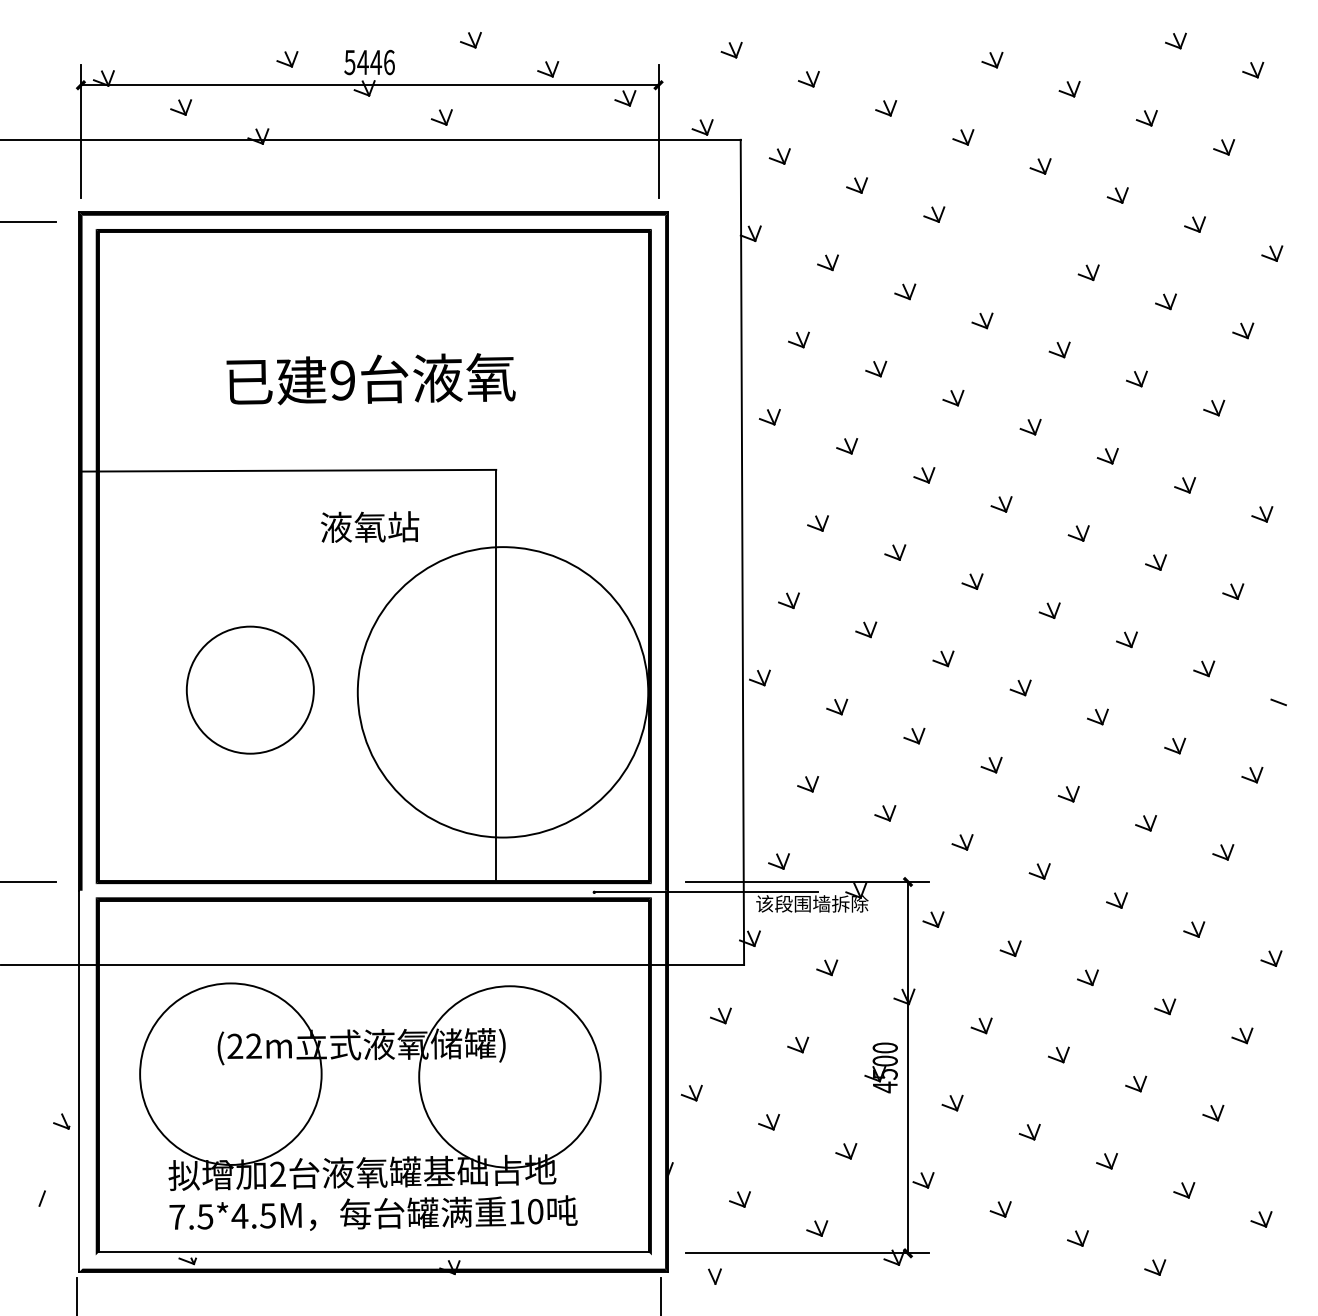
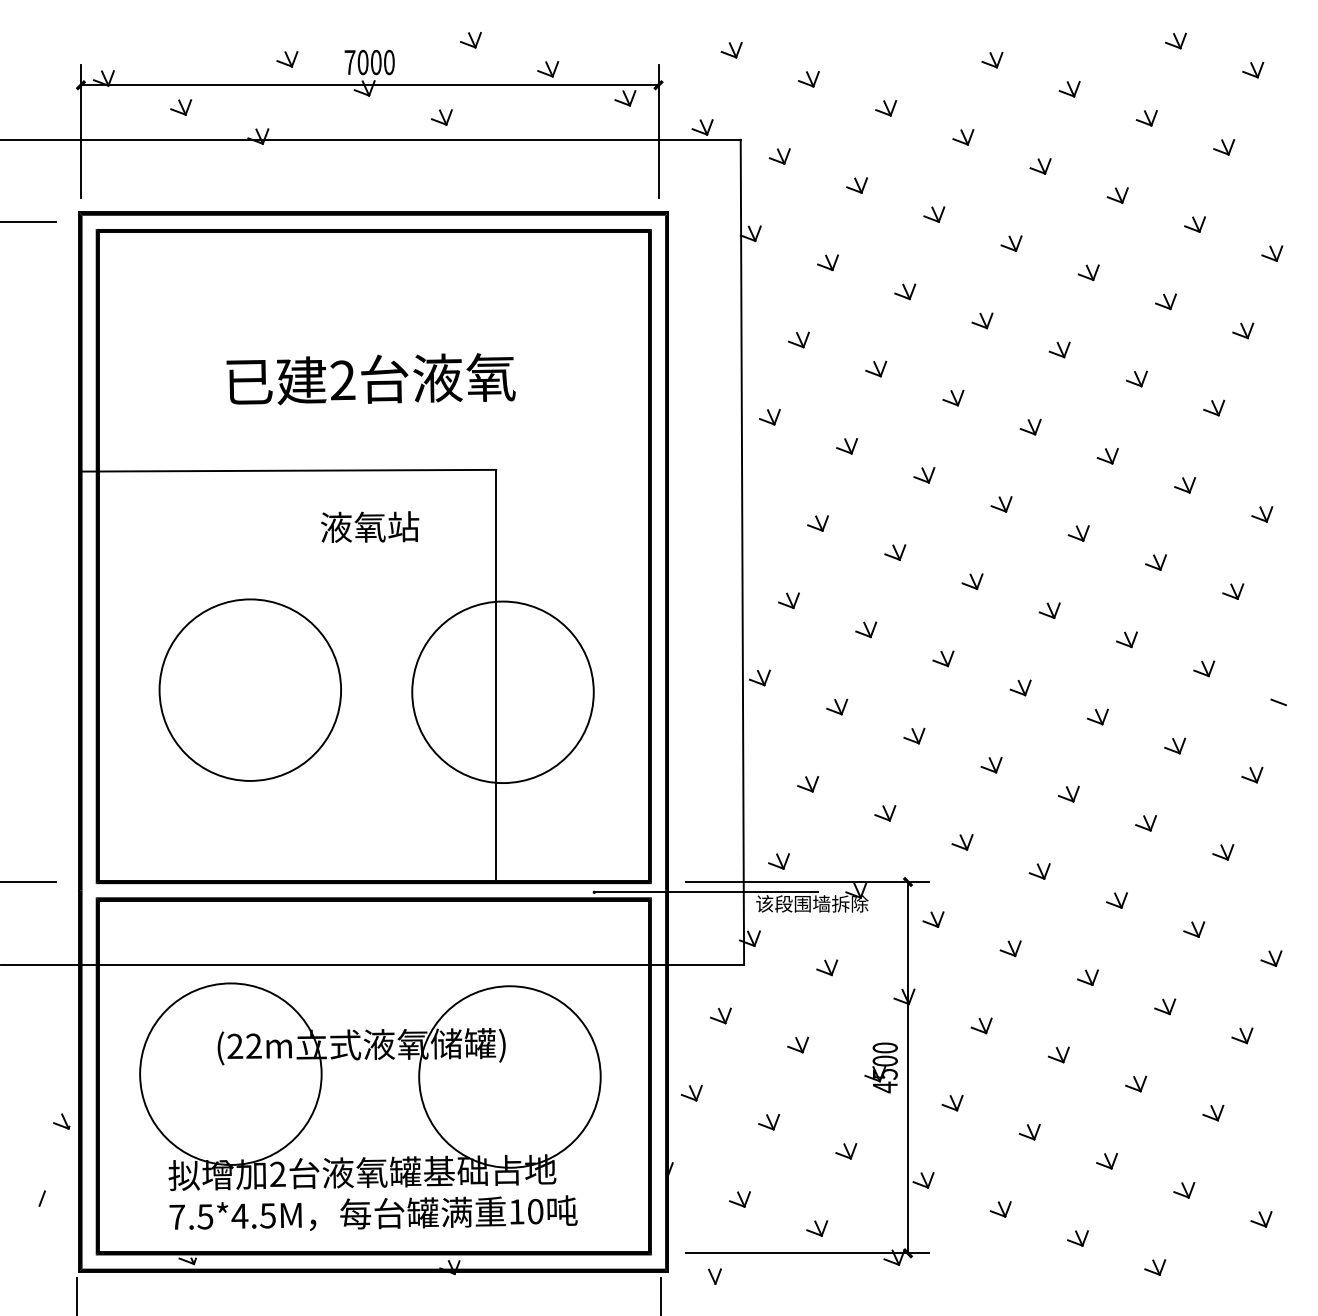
text at (369, 62): 5446 -> 7000
part at (1011, 243): none -> present
text at (342, 380): 9 -> 2
circle at (249, 689) diameter: 127 px -> 182 px
circle at (502, 692) diameter: 290 px -> 182 px
fill at (80, 1080): none -> present
fill at (373, 1253): none -> present
